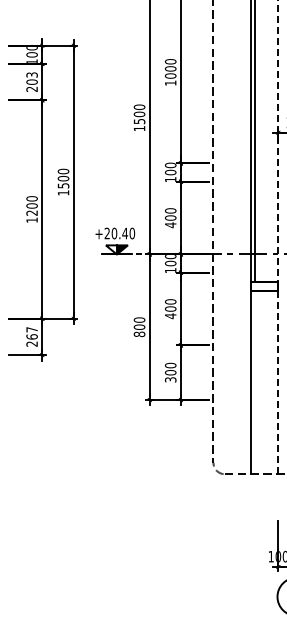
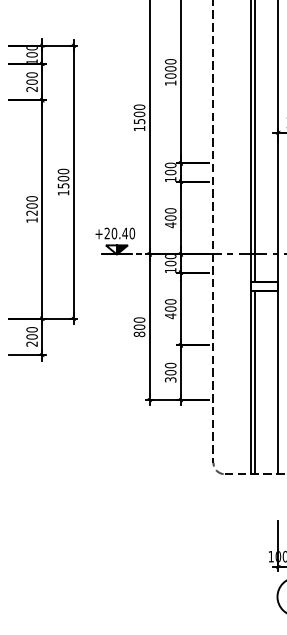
text at (31, 74): 203 -> 200
line at (278, 237): dashed -> solid
text at (31, 333): 267 -> 200
line at (254, 382): none -> present
